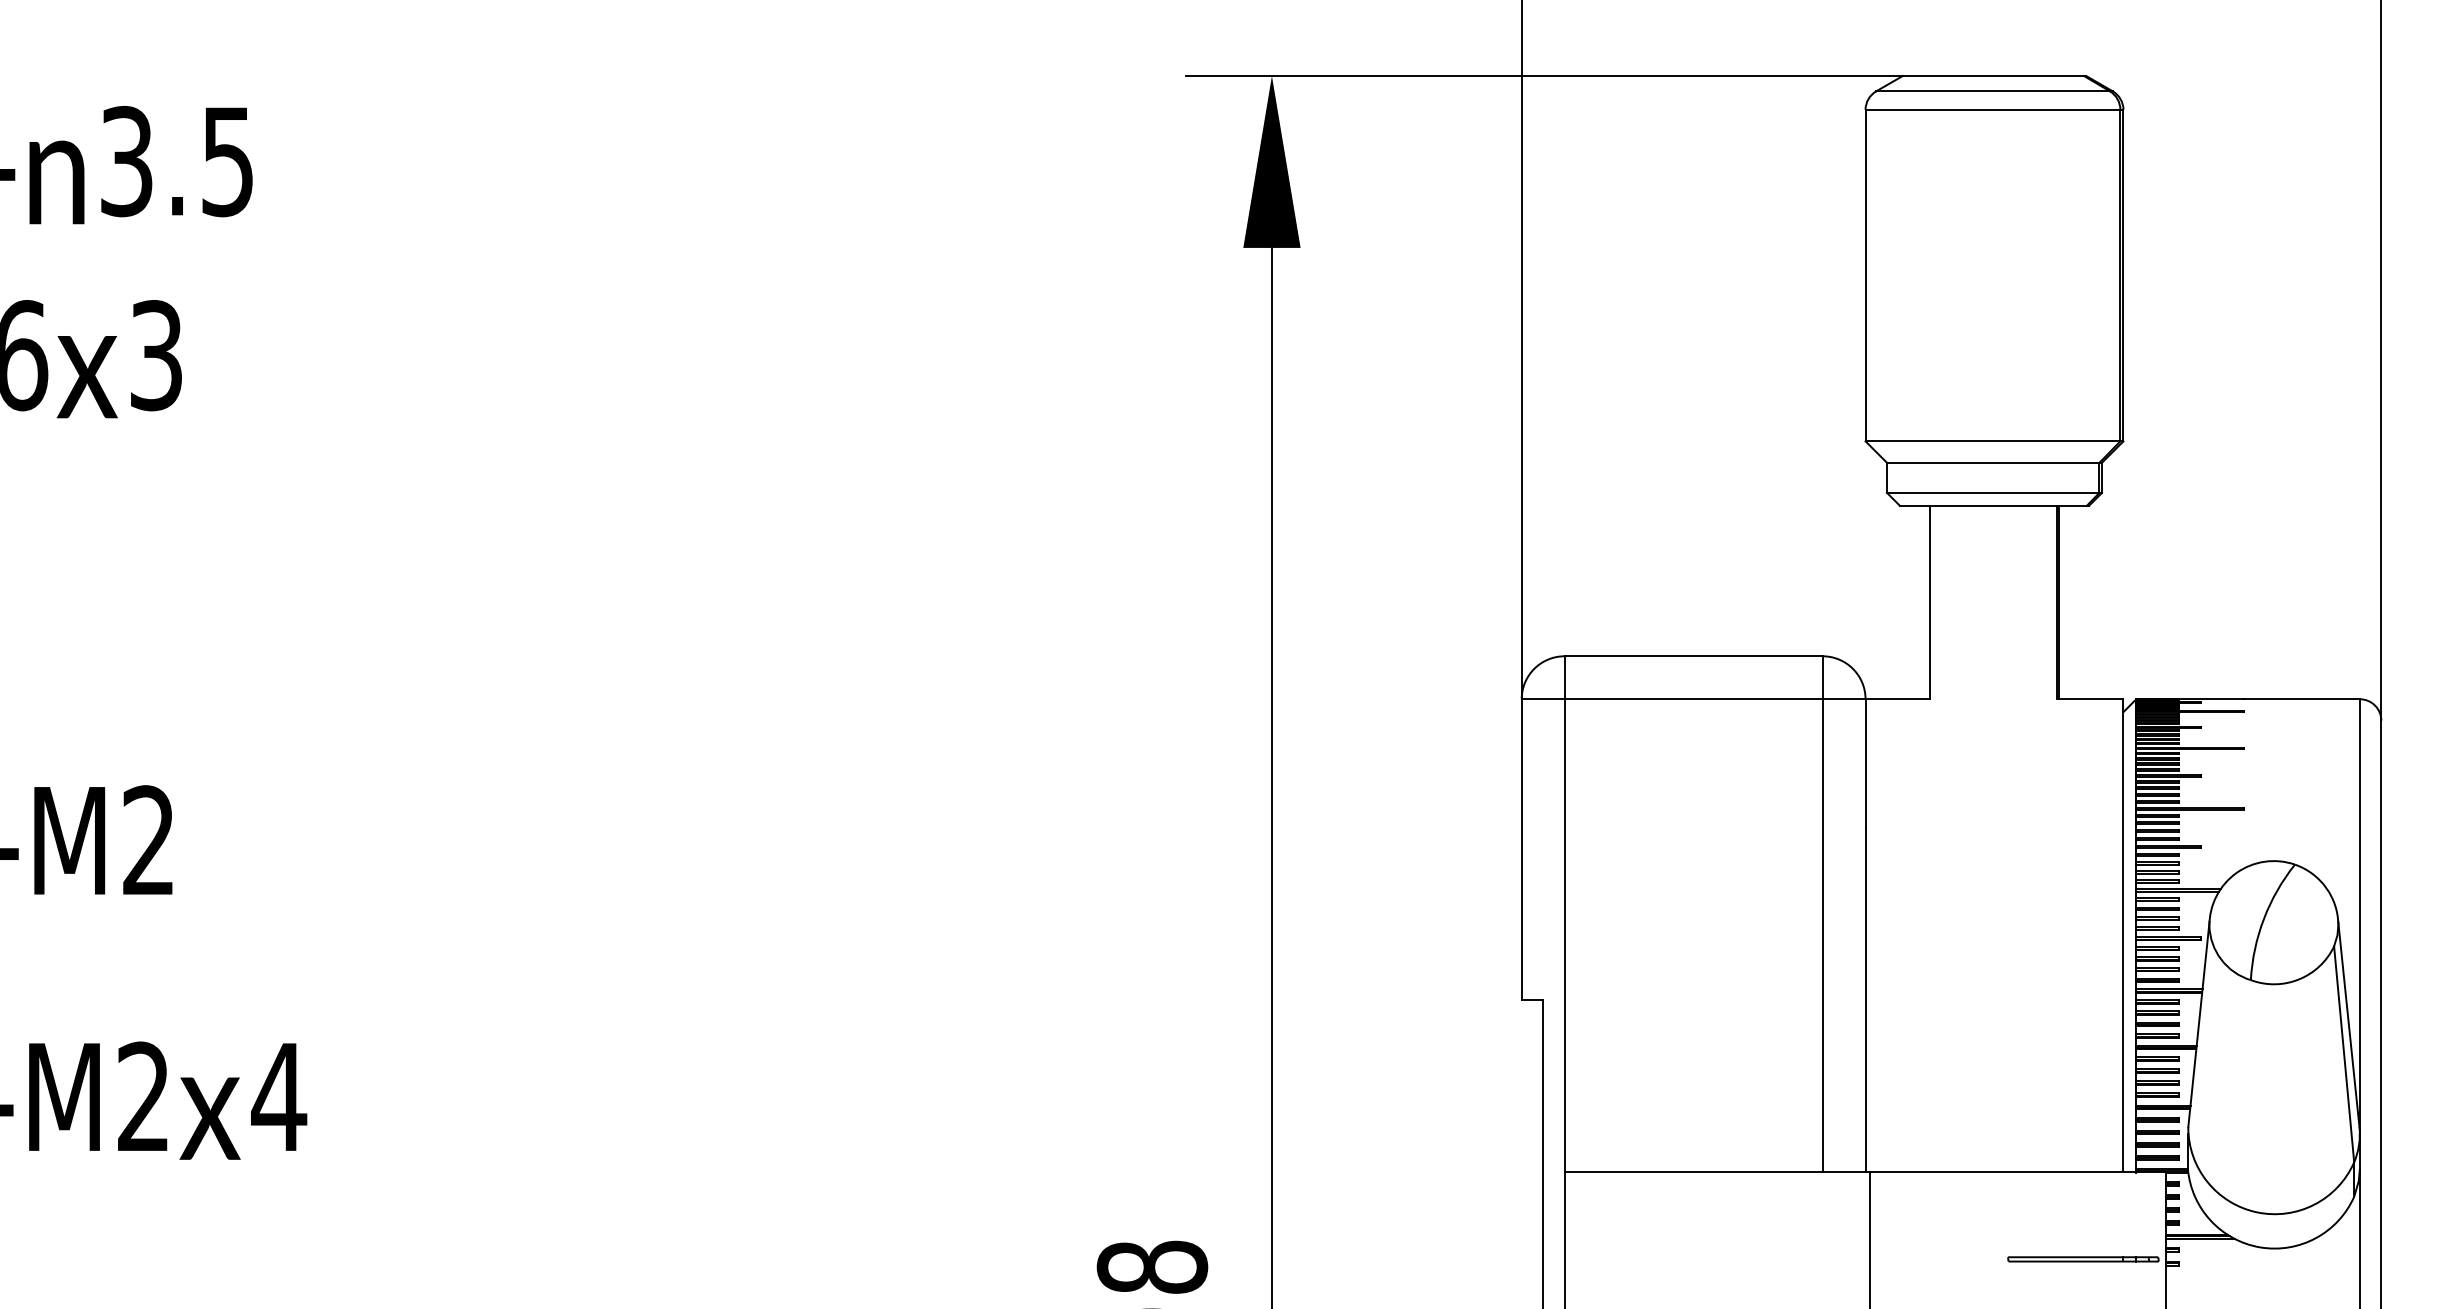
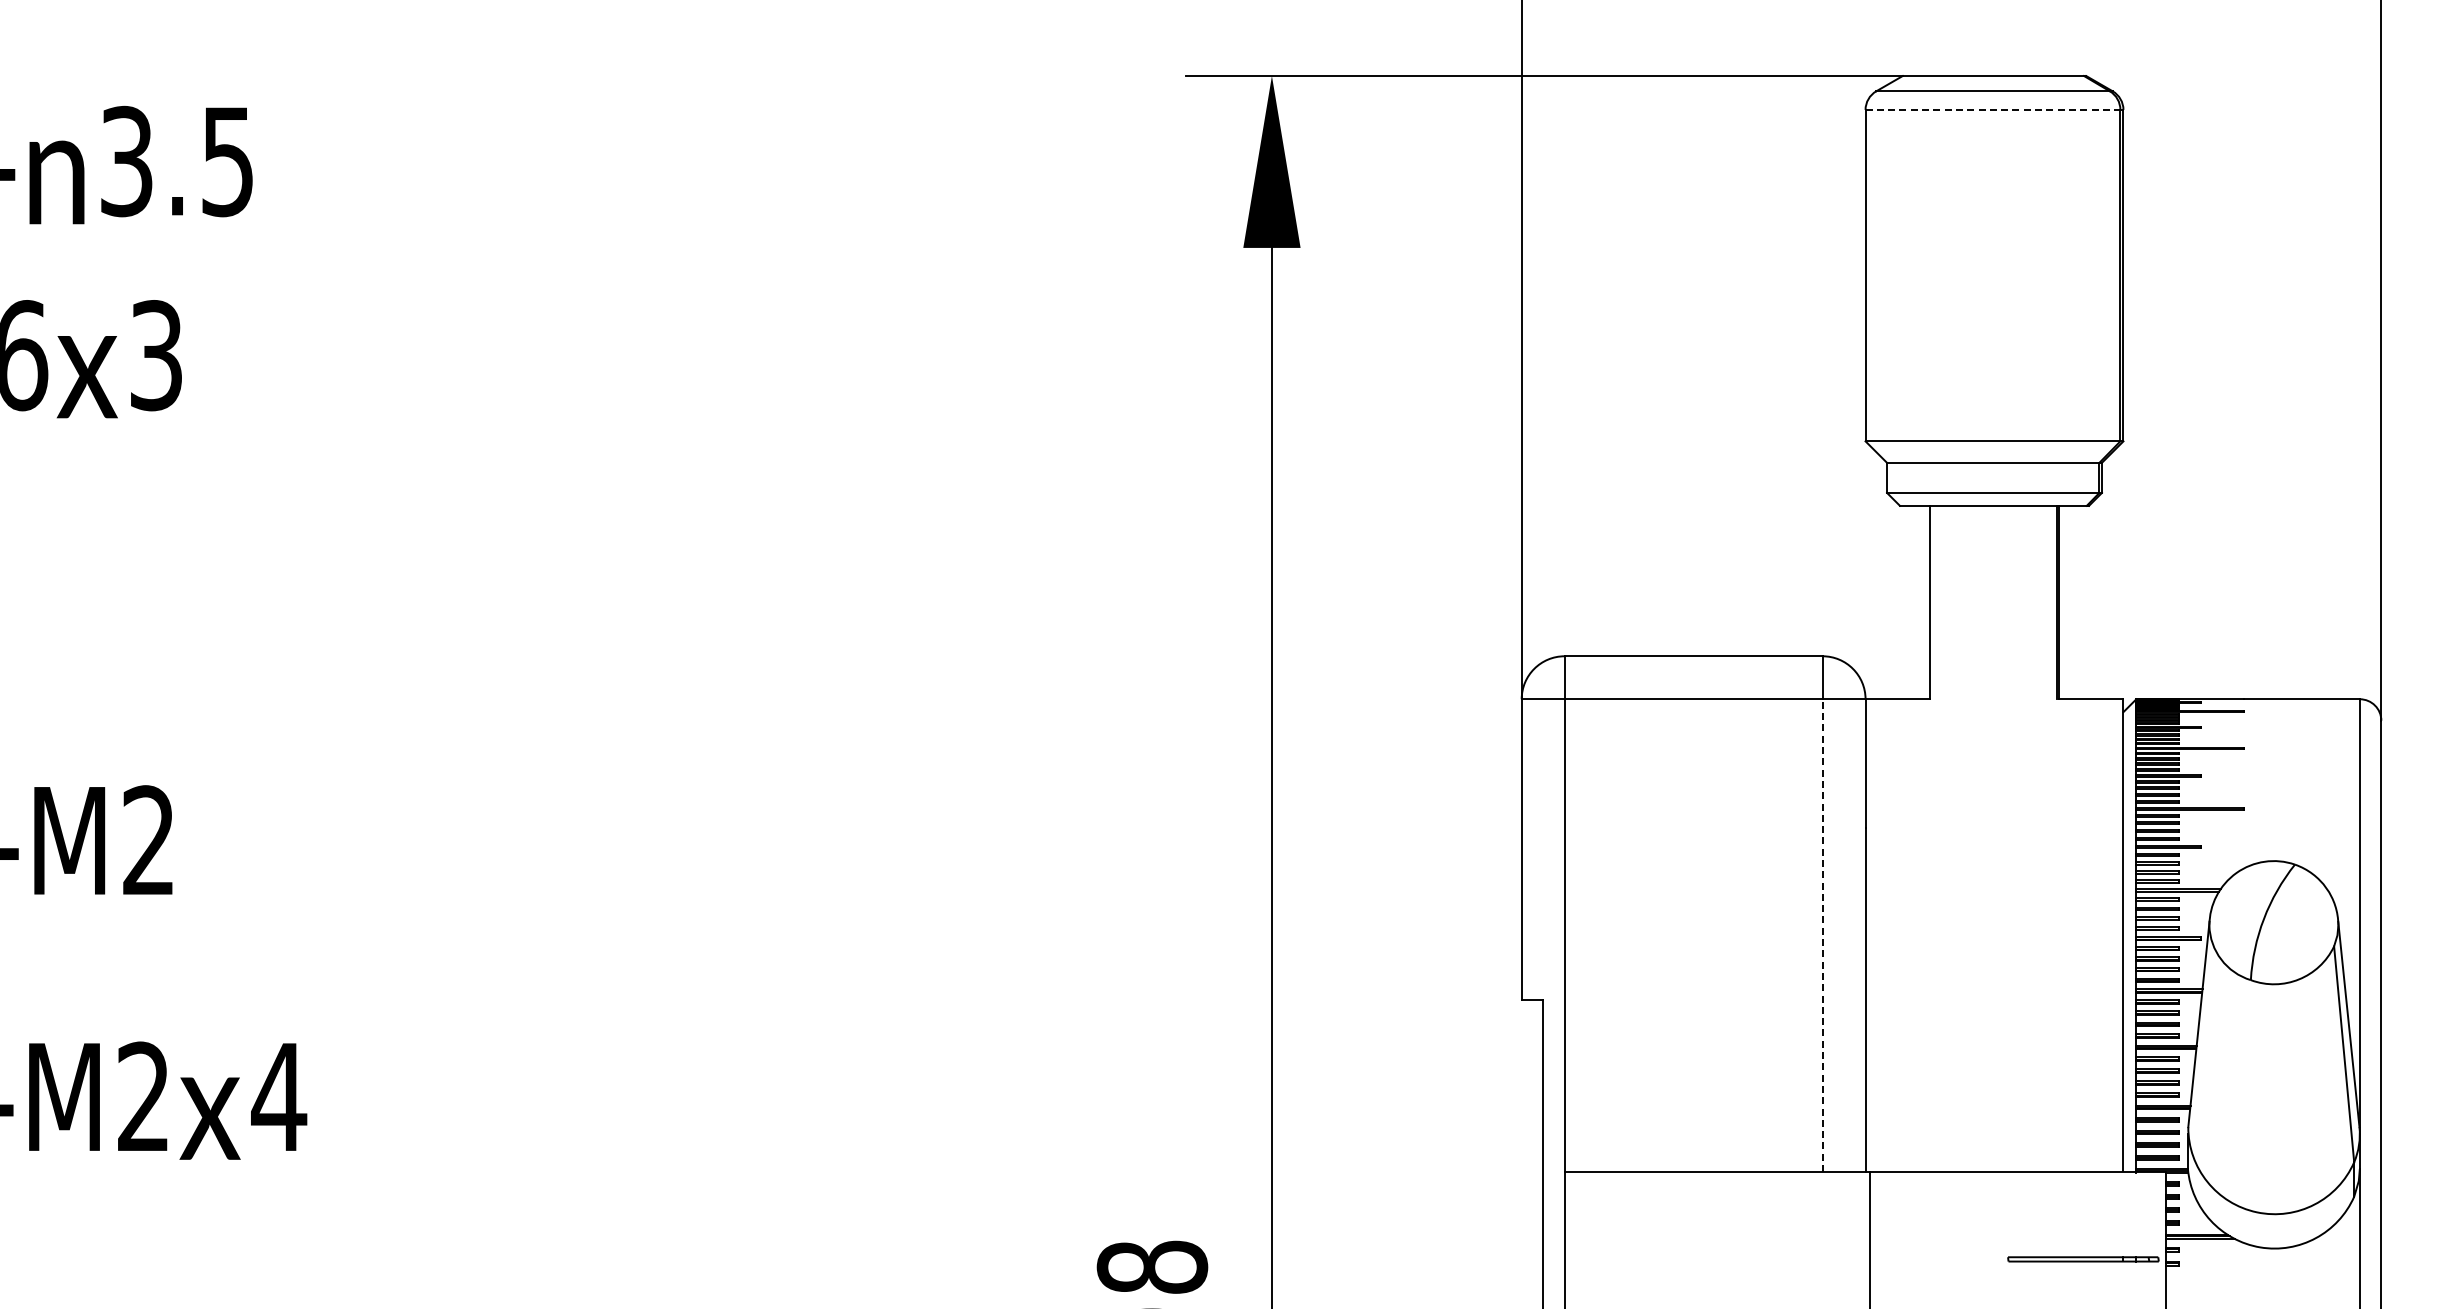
line at (1993, 109): solid -> dashed
line at (1822, 935): solid -> dashed
